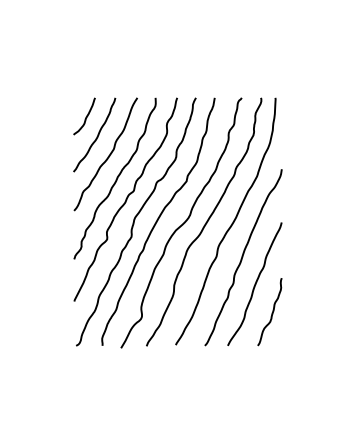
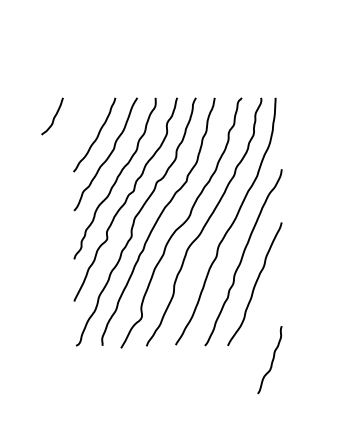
curve at (85, 117) position: (85, 117) -> (53, 117)
curve at (271, 313) position: (271, 313) -> (271, 361)
